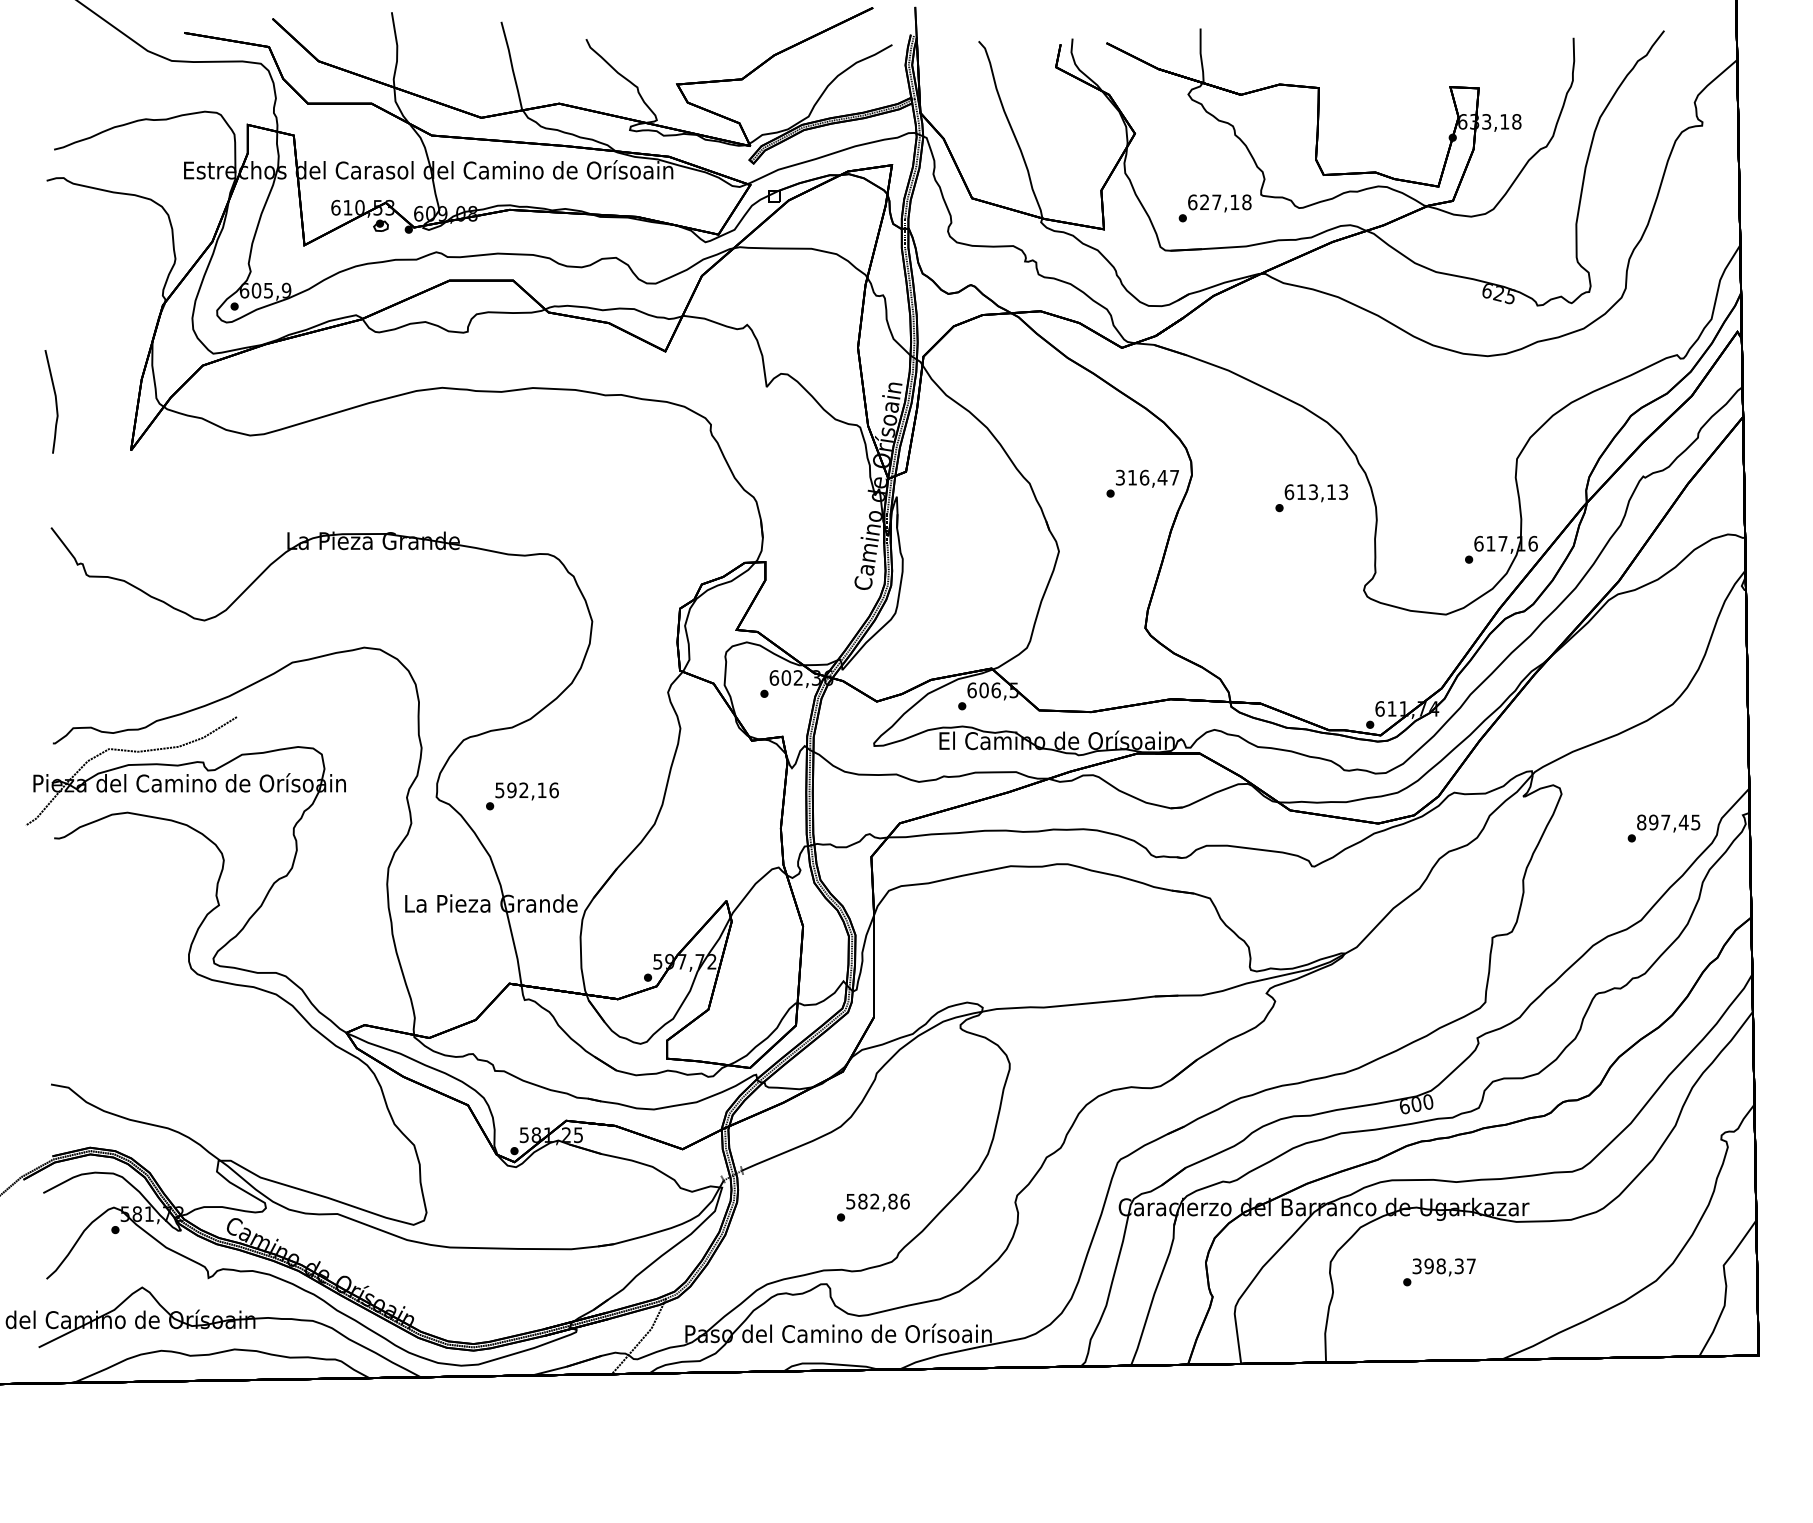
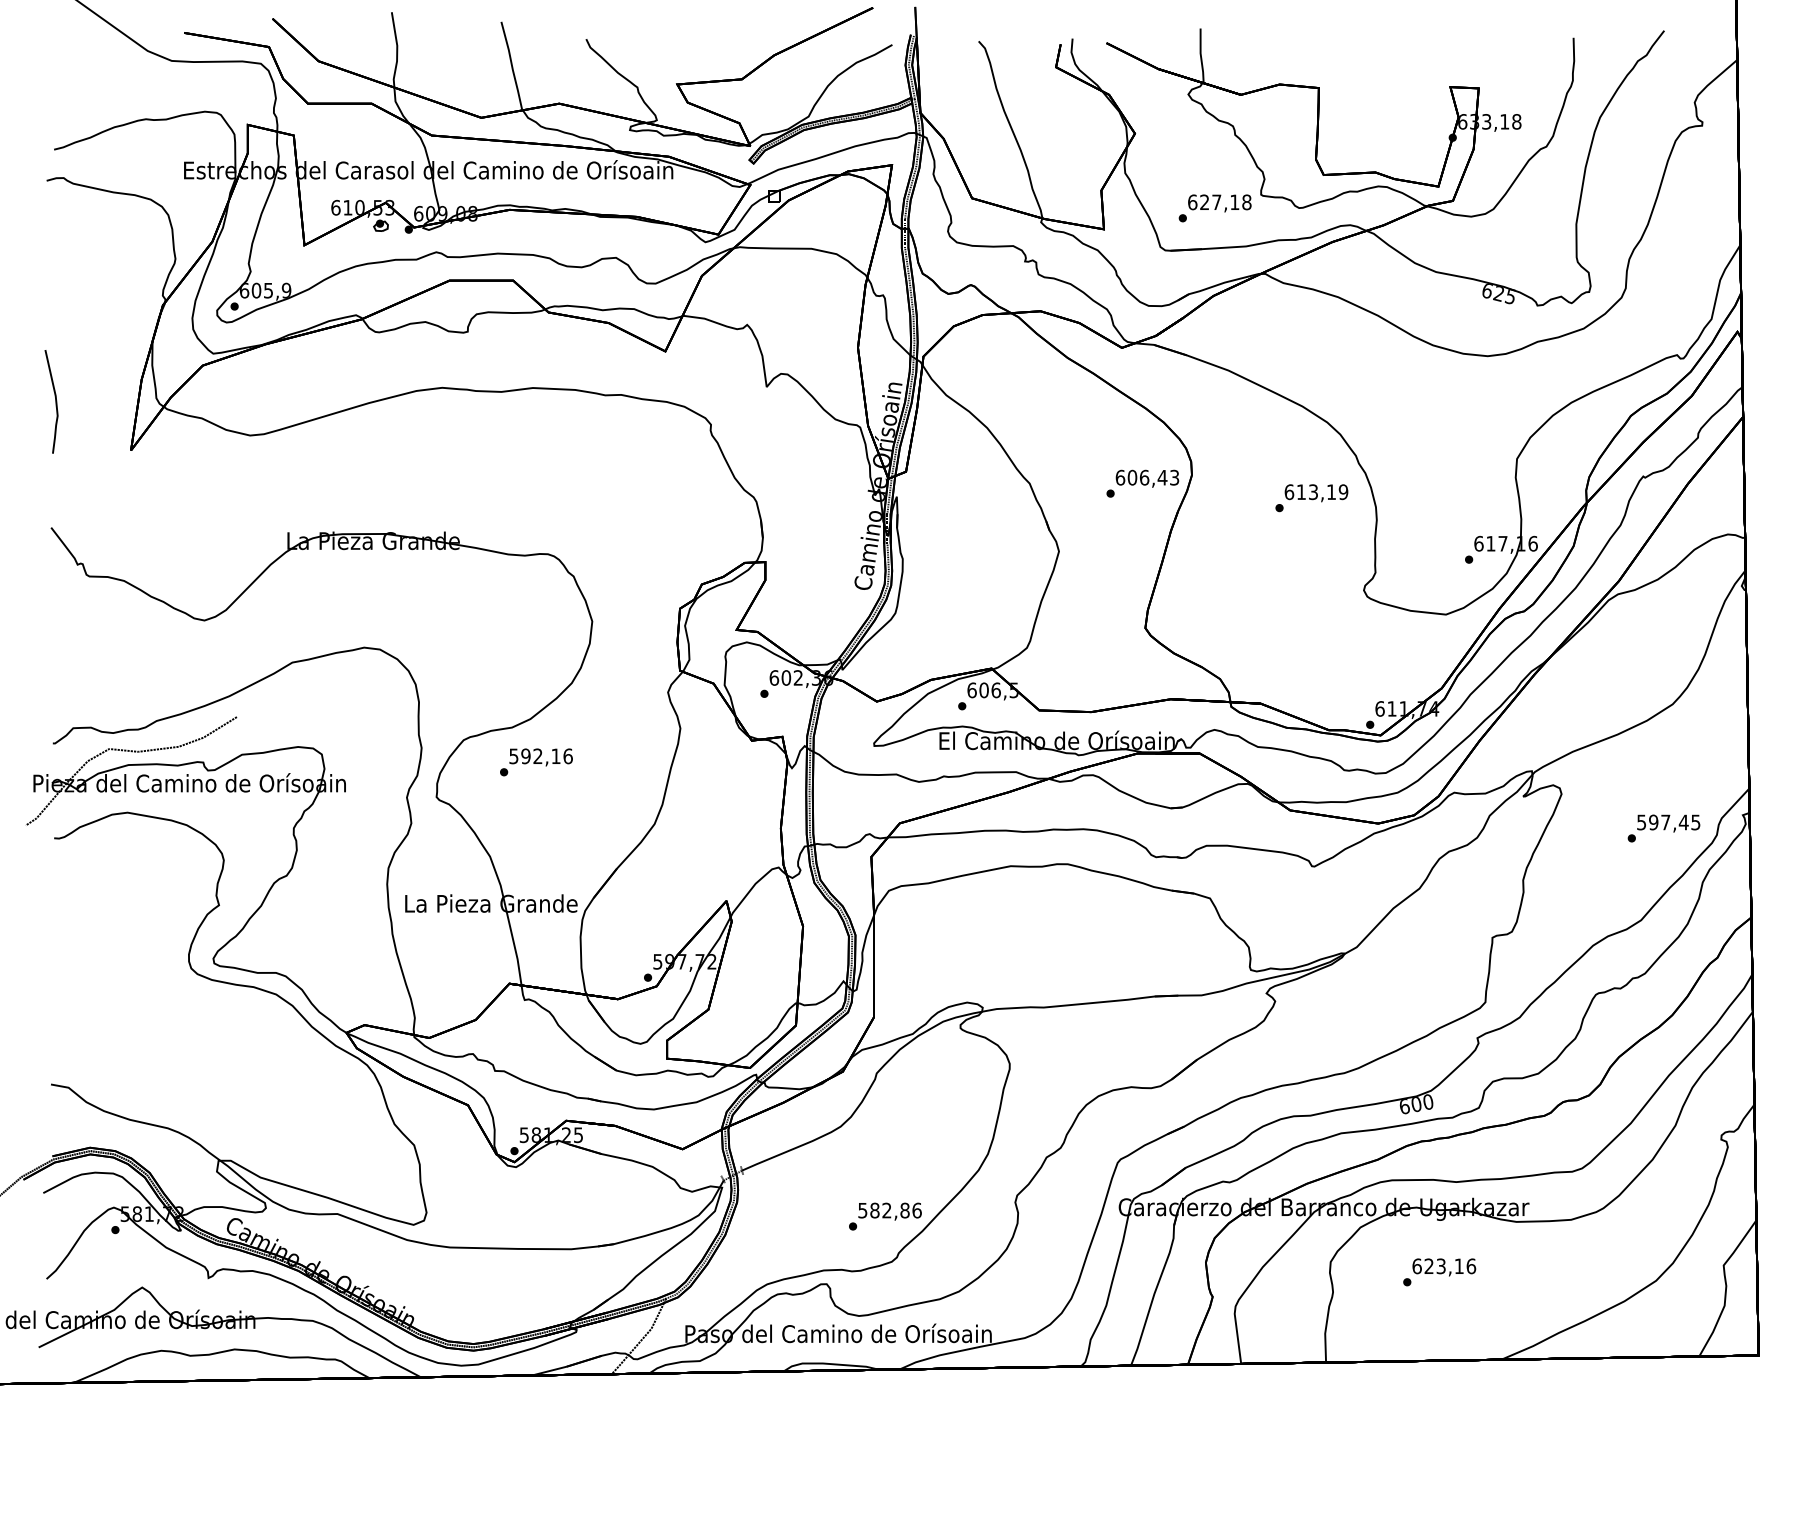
text at (1147, 477): 316,47 -> 606,43
text at (1343, 491): 613,13 -> 613,19
text at (522, 796) position: (522, 796) -> (536, 762)
text at (1641, 822): 897,45 -> 597,45
text at (873, 1207) position: (873, 1207) -> (885, 1216)
text at (1444, 1266): 398,37 -> 623,16
